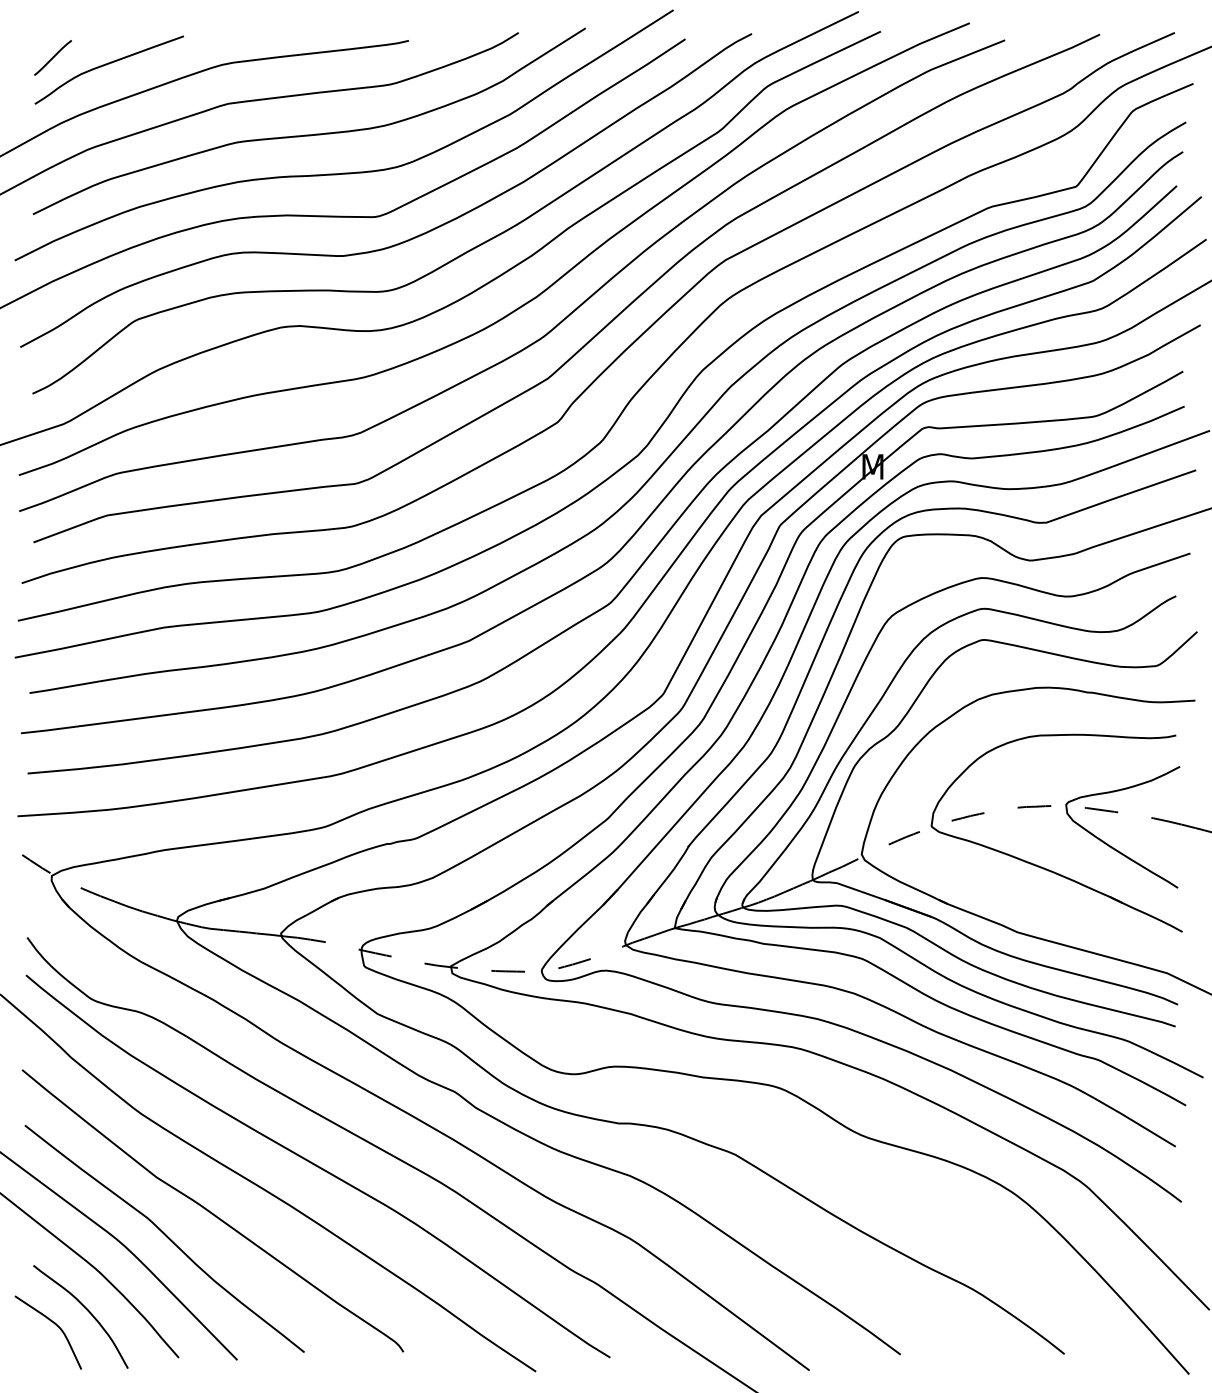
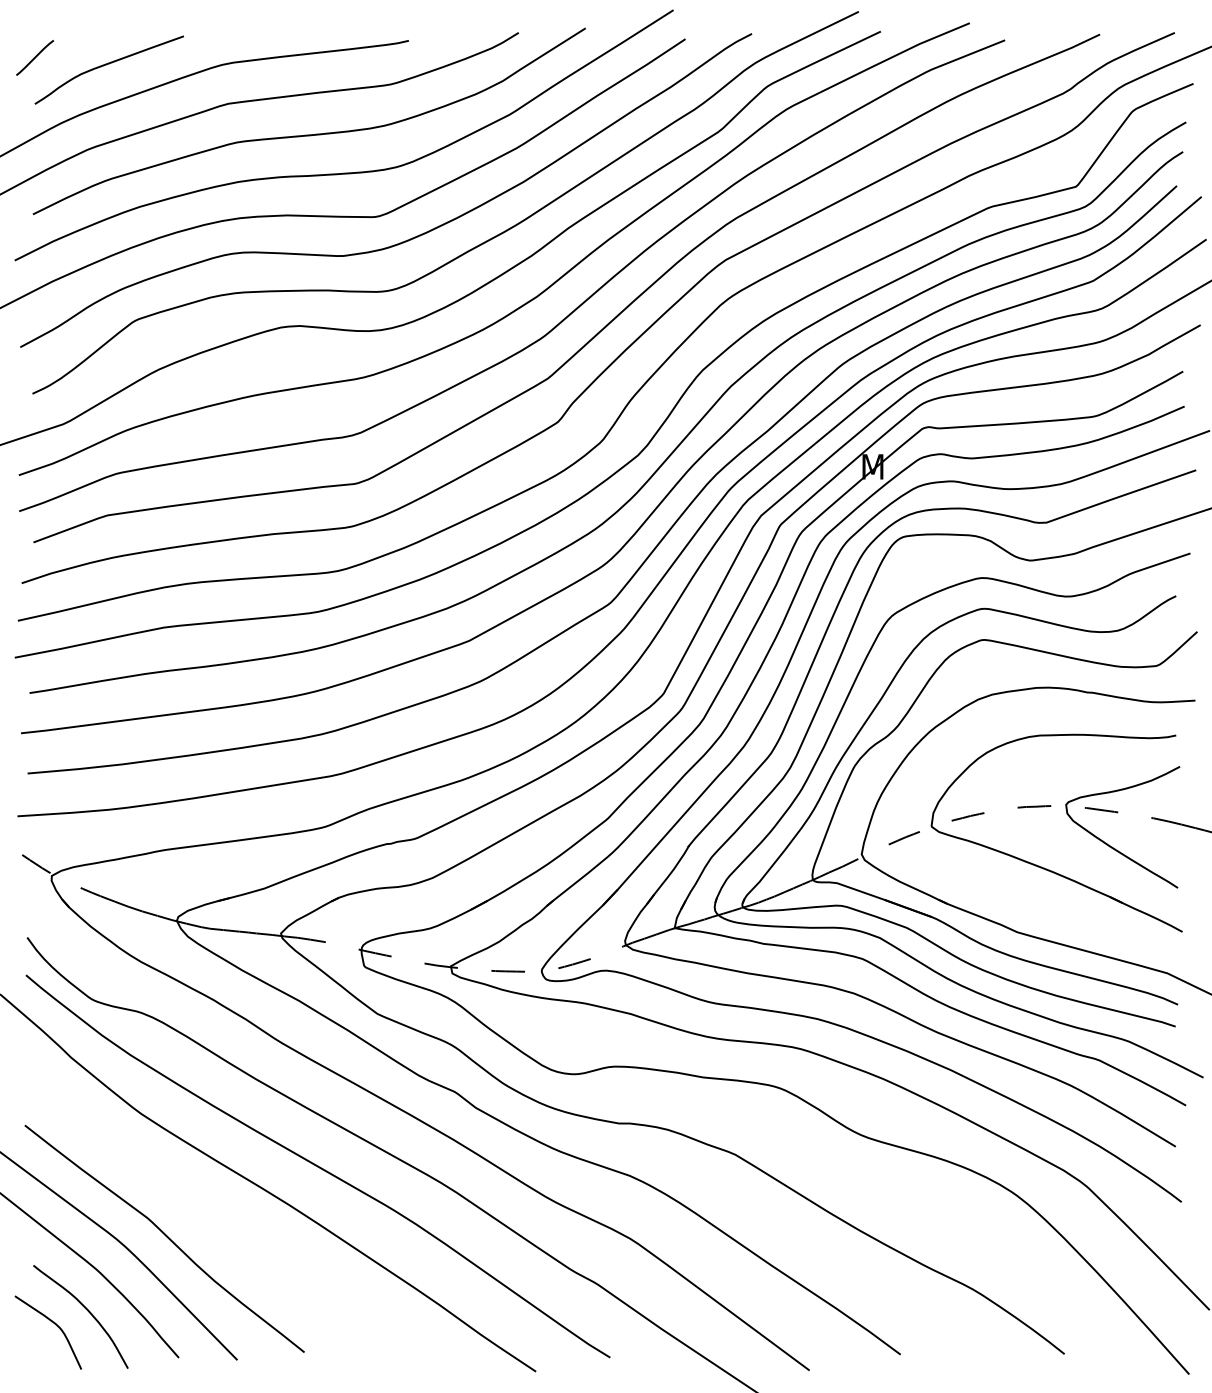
line at (53, 57) position: (53, 57) -> (35, 57)
curve at (212, 1212): present -> none
